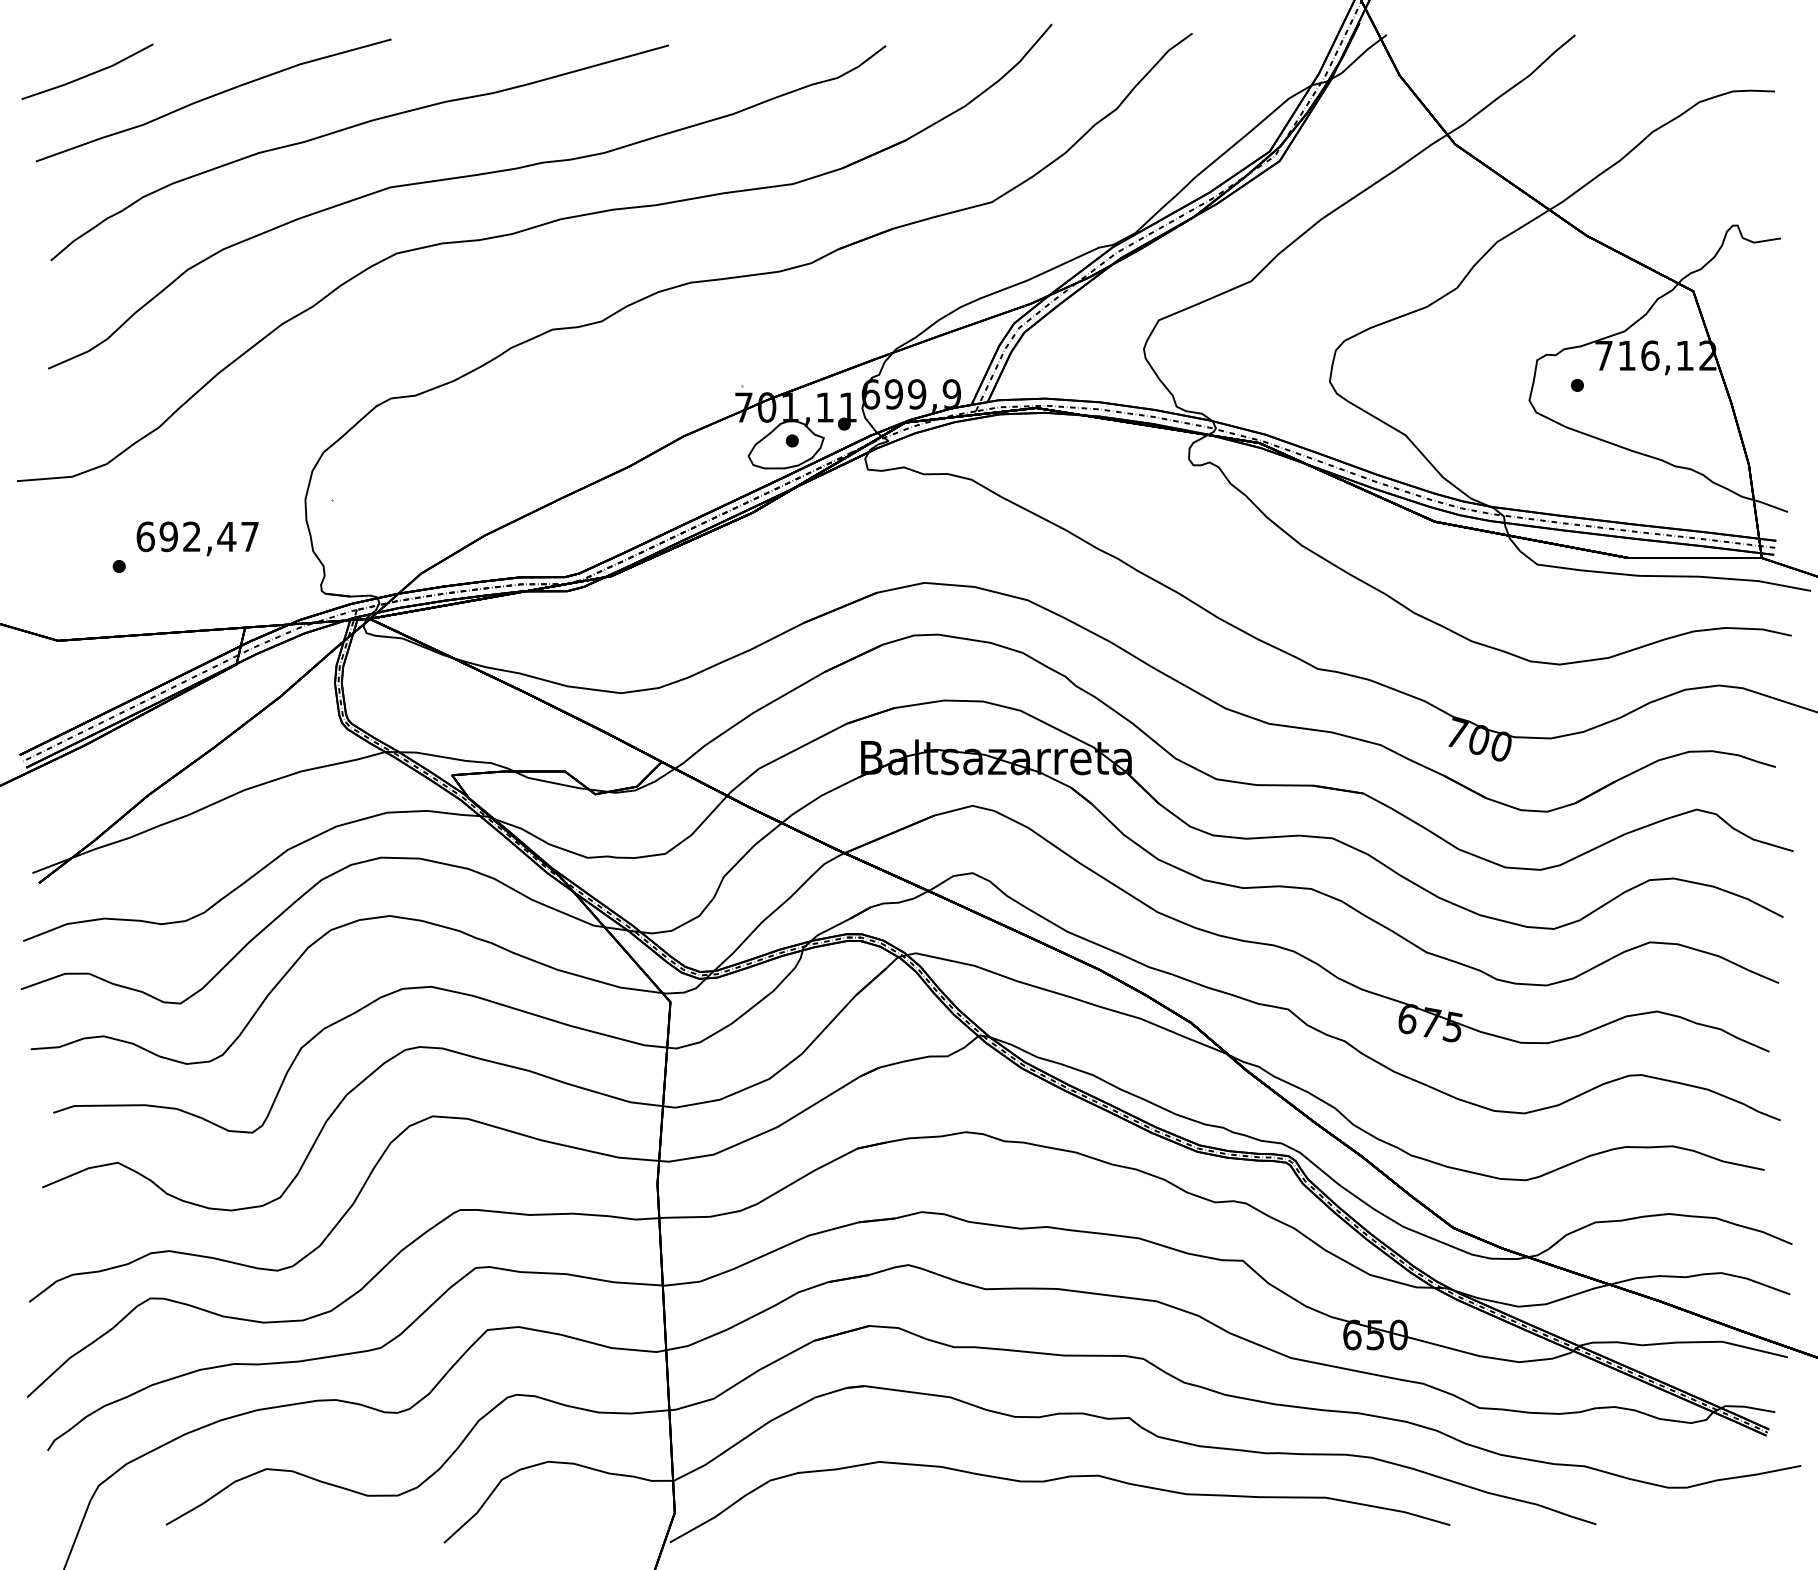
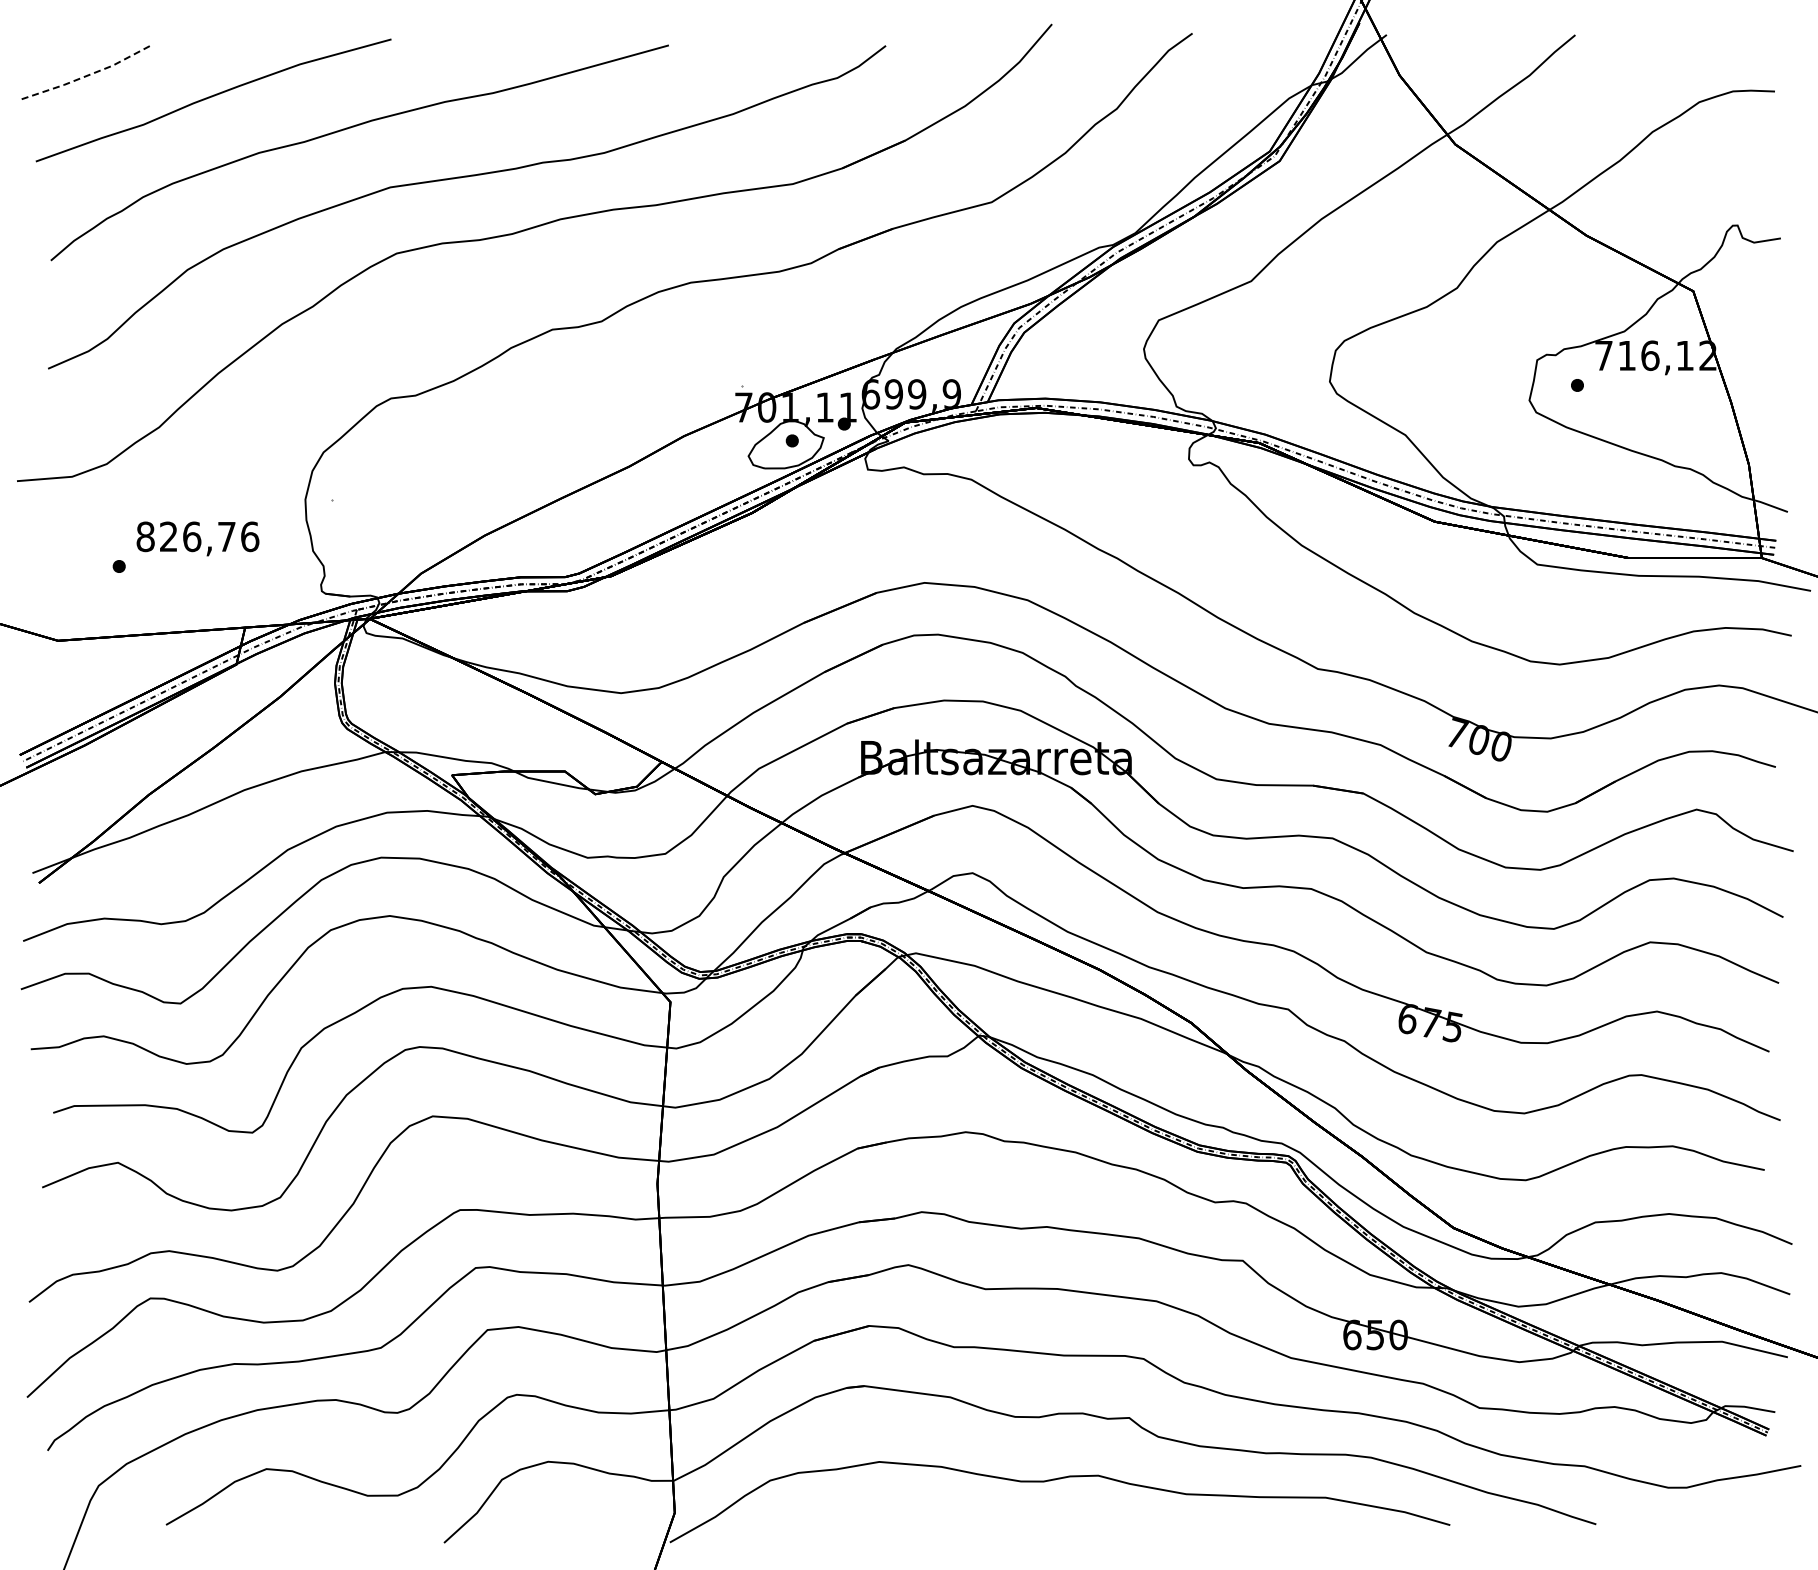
line at (89, 74): solid -> dashed
text at (197, 536): 692,47 -> 826,76
